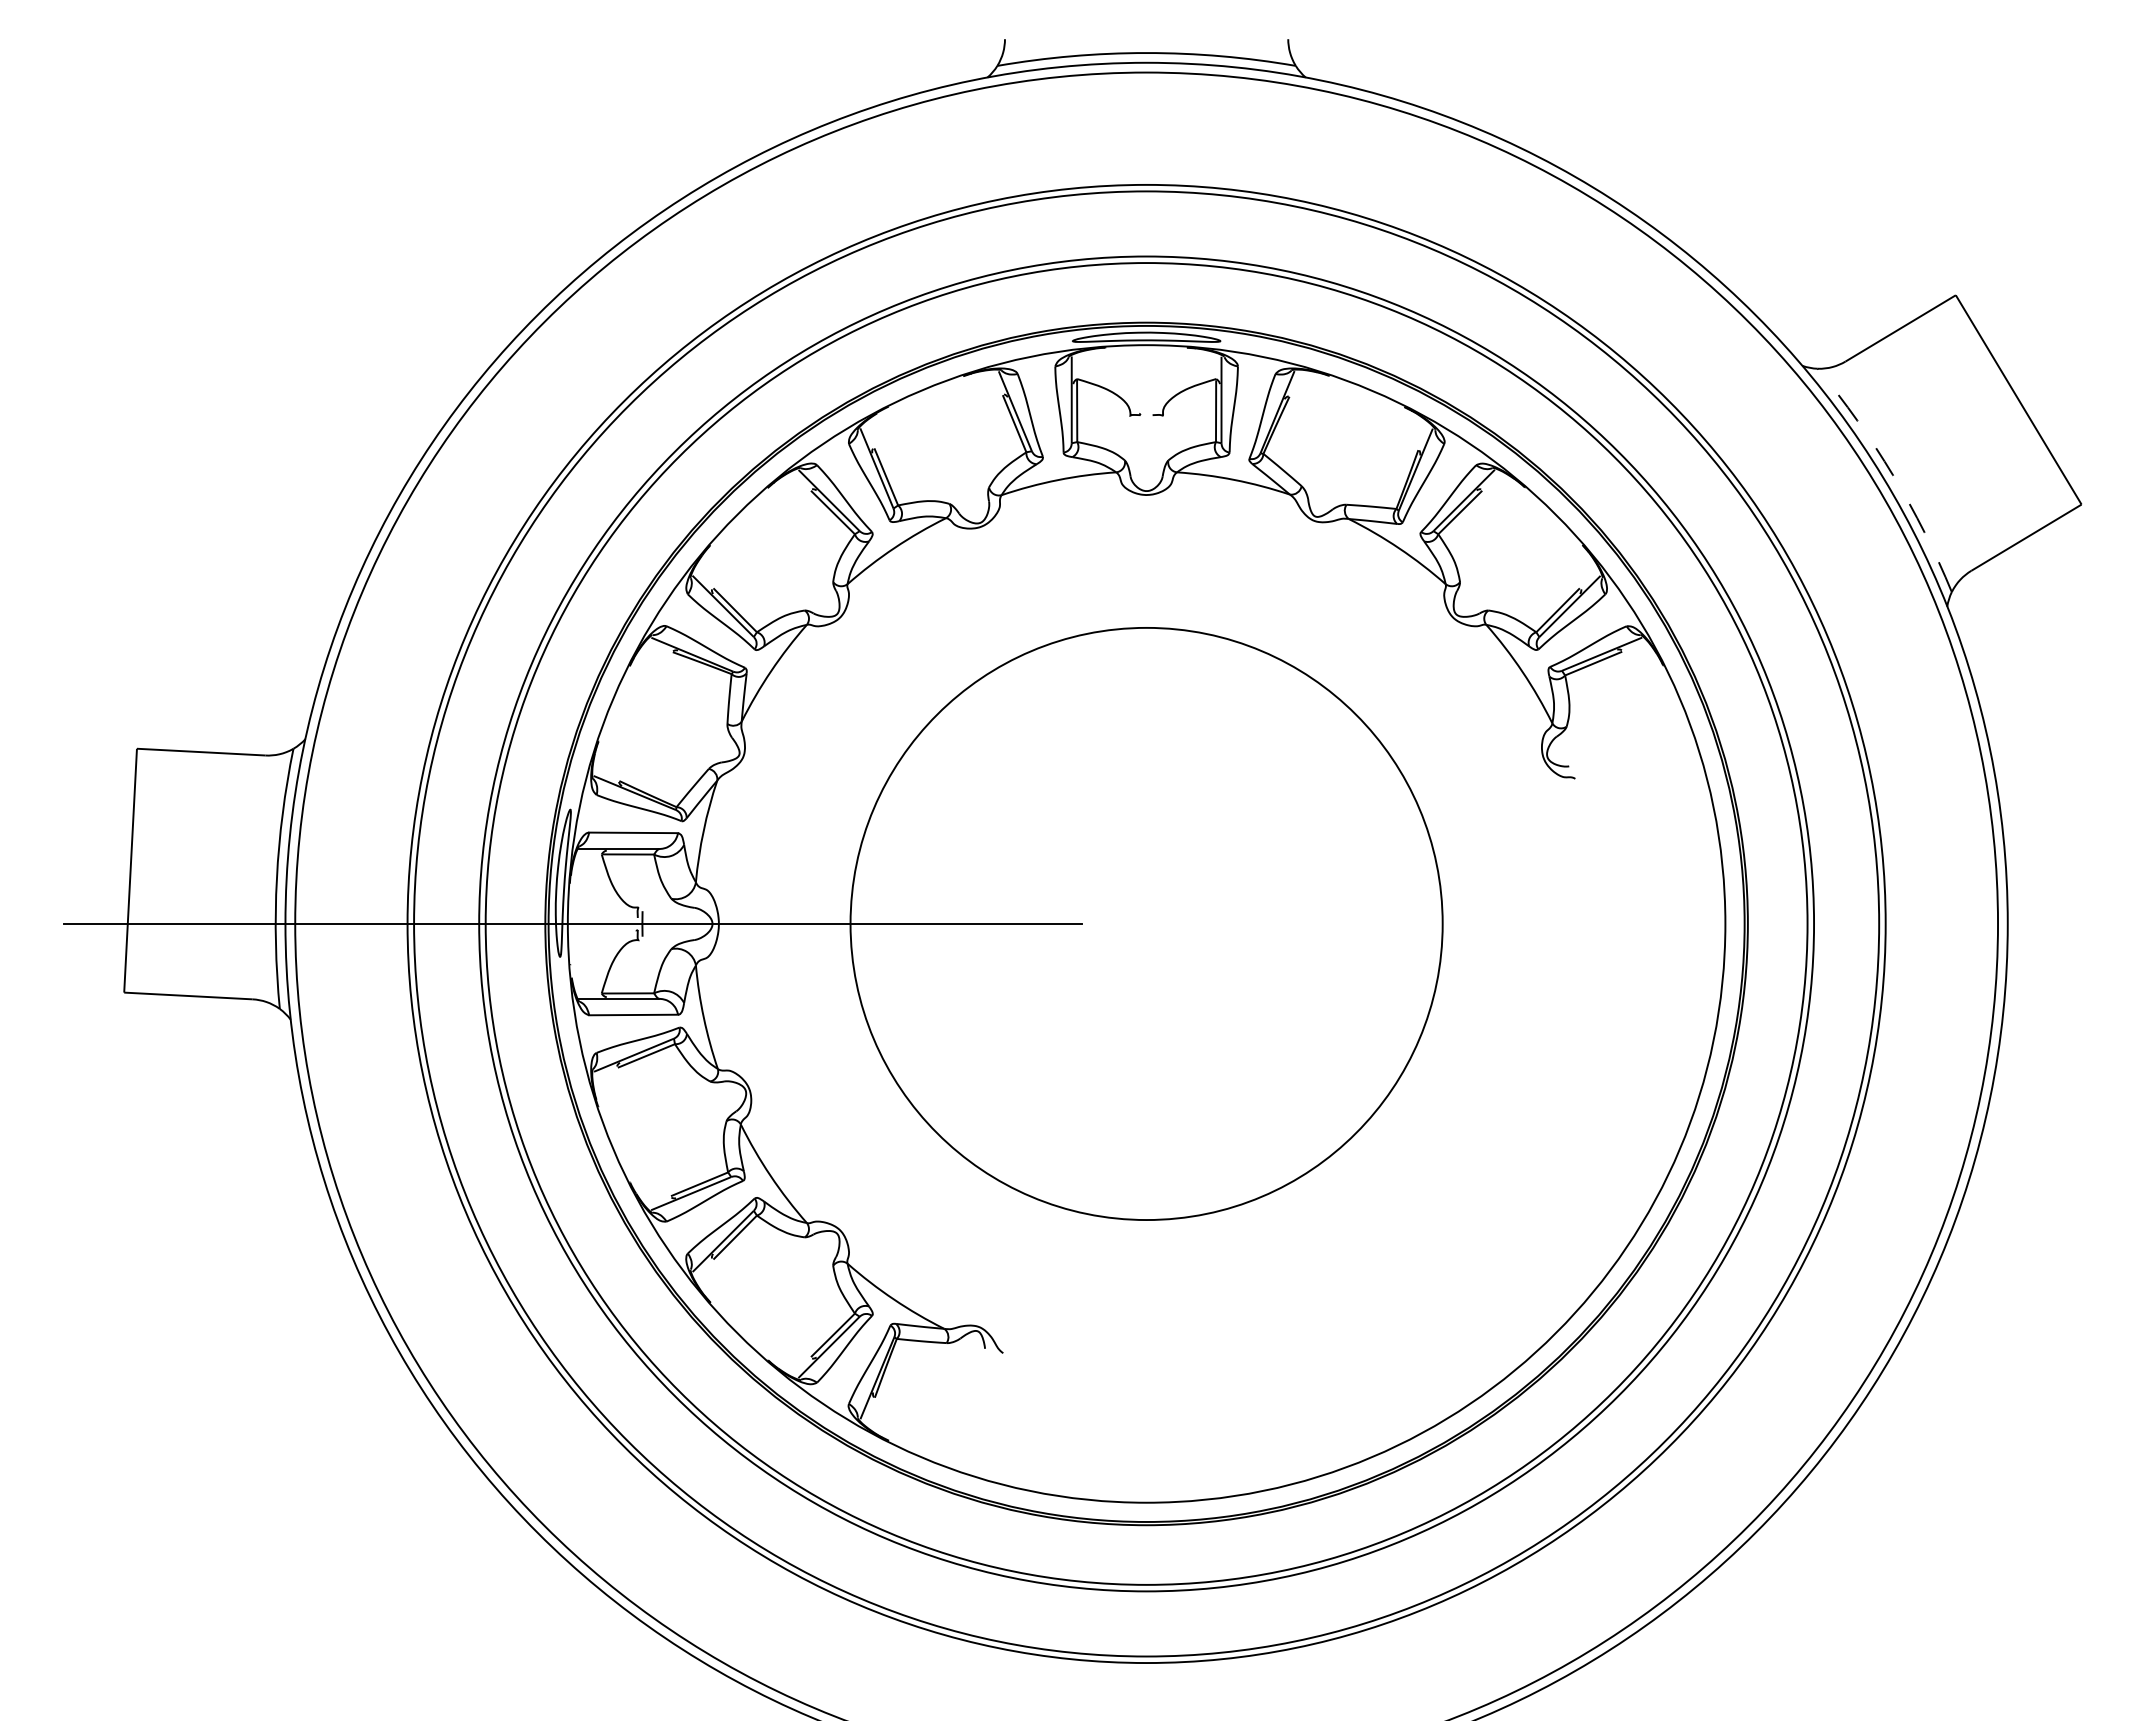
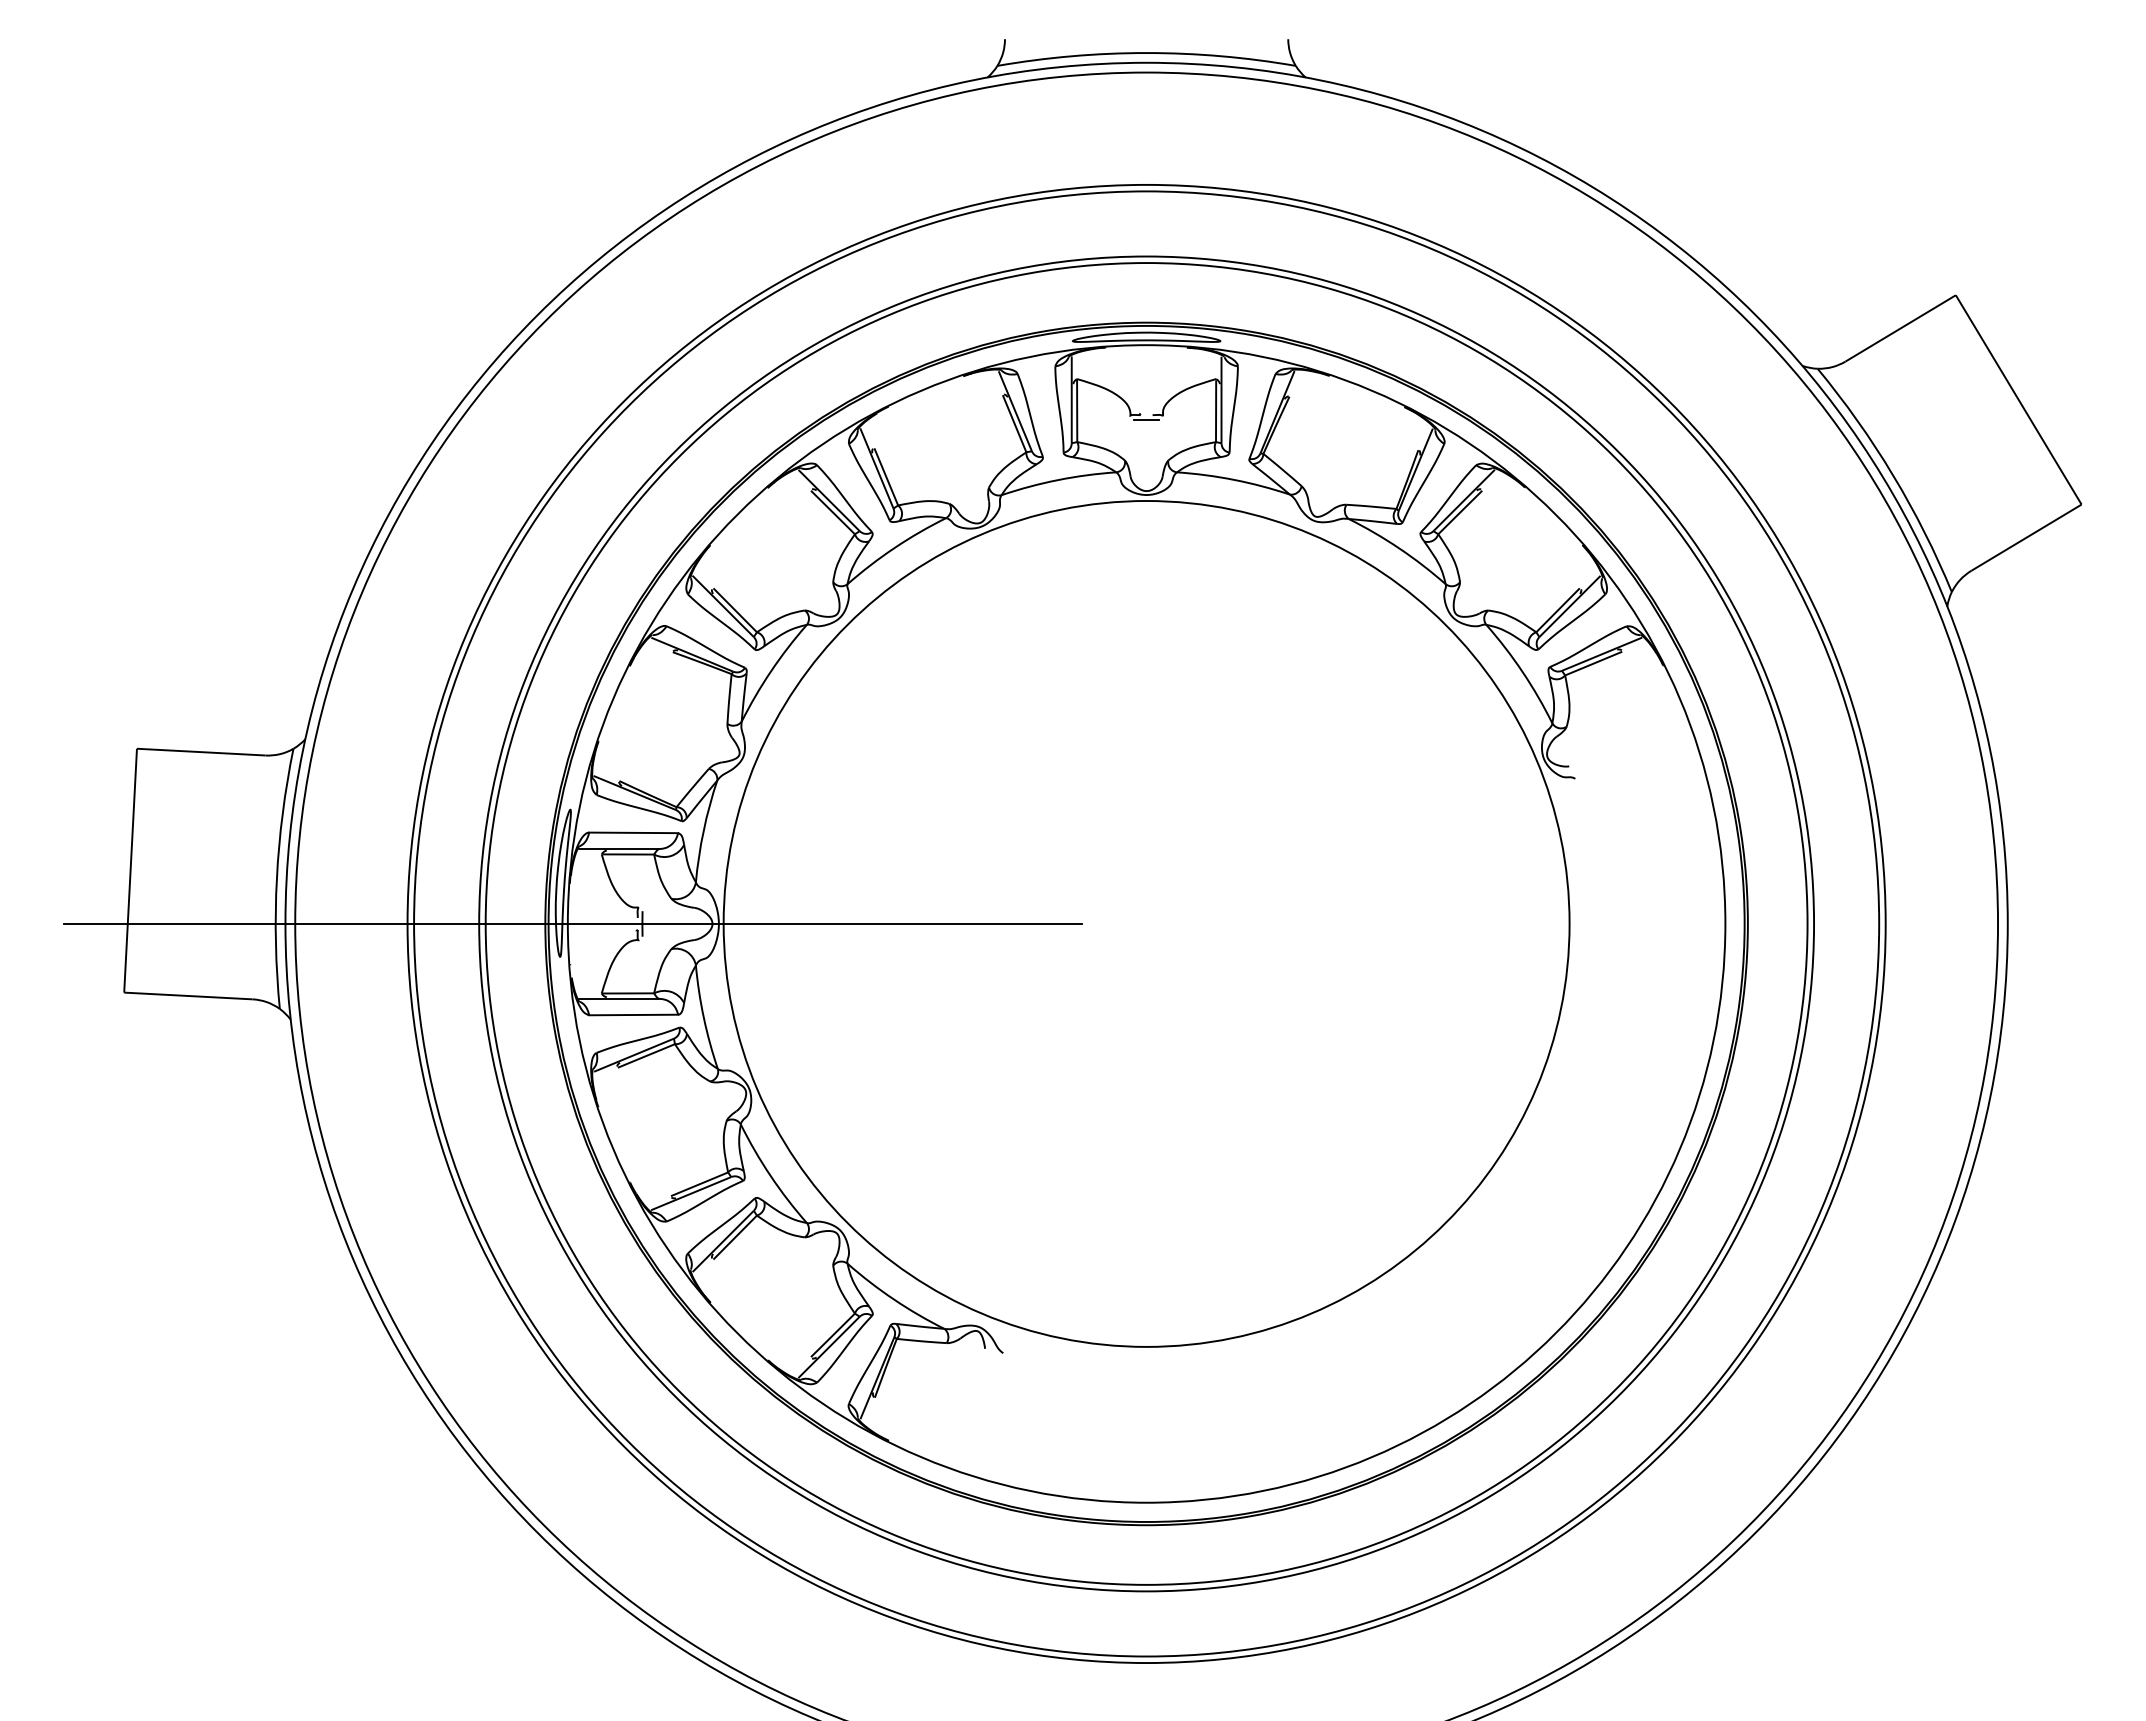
line at (1146, 419): none -> present
arc at (1893, 475): dashed -> solid
circle at (1146, 923) diameter: 592 px -> 846 px
